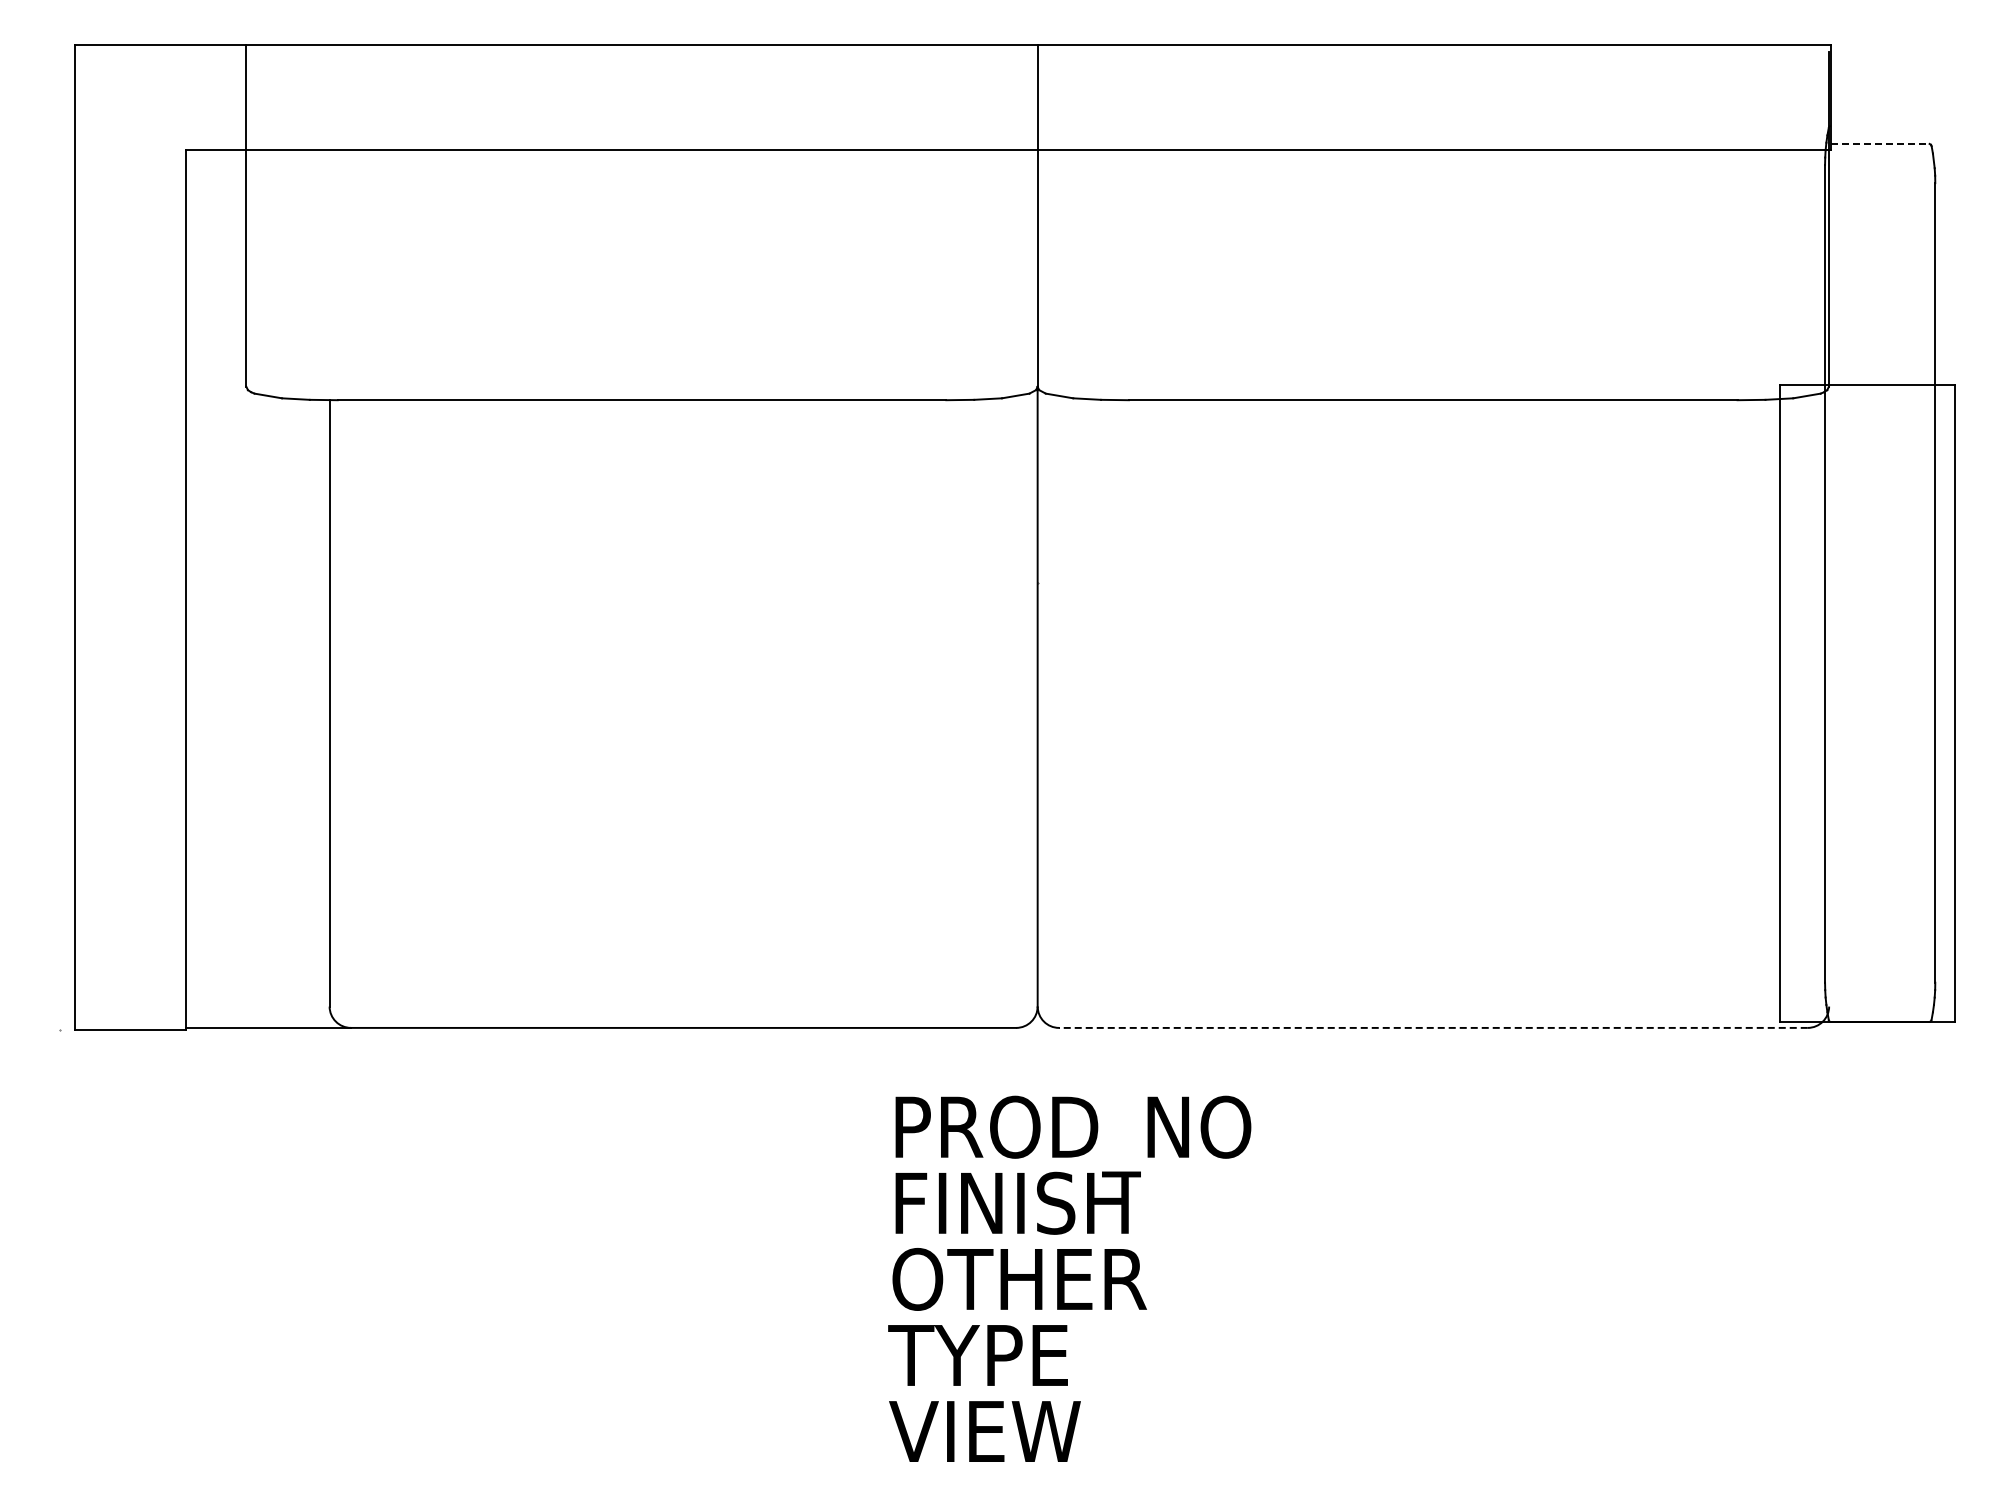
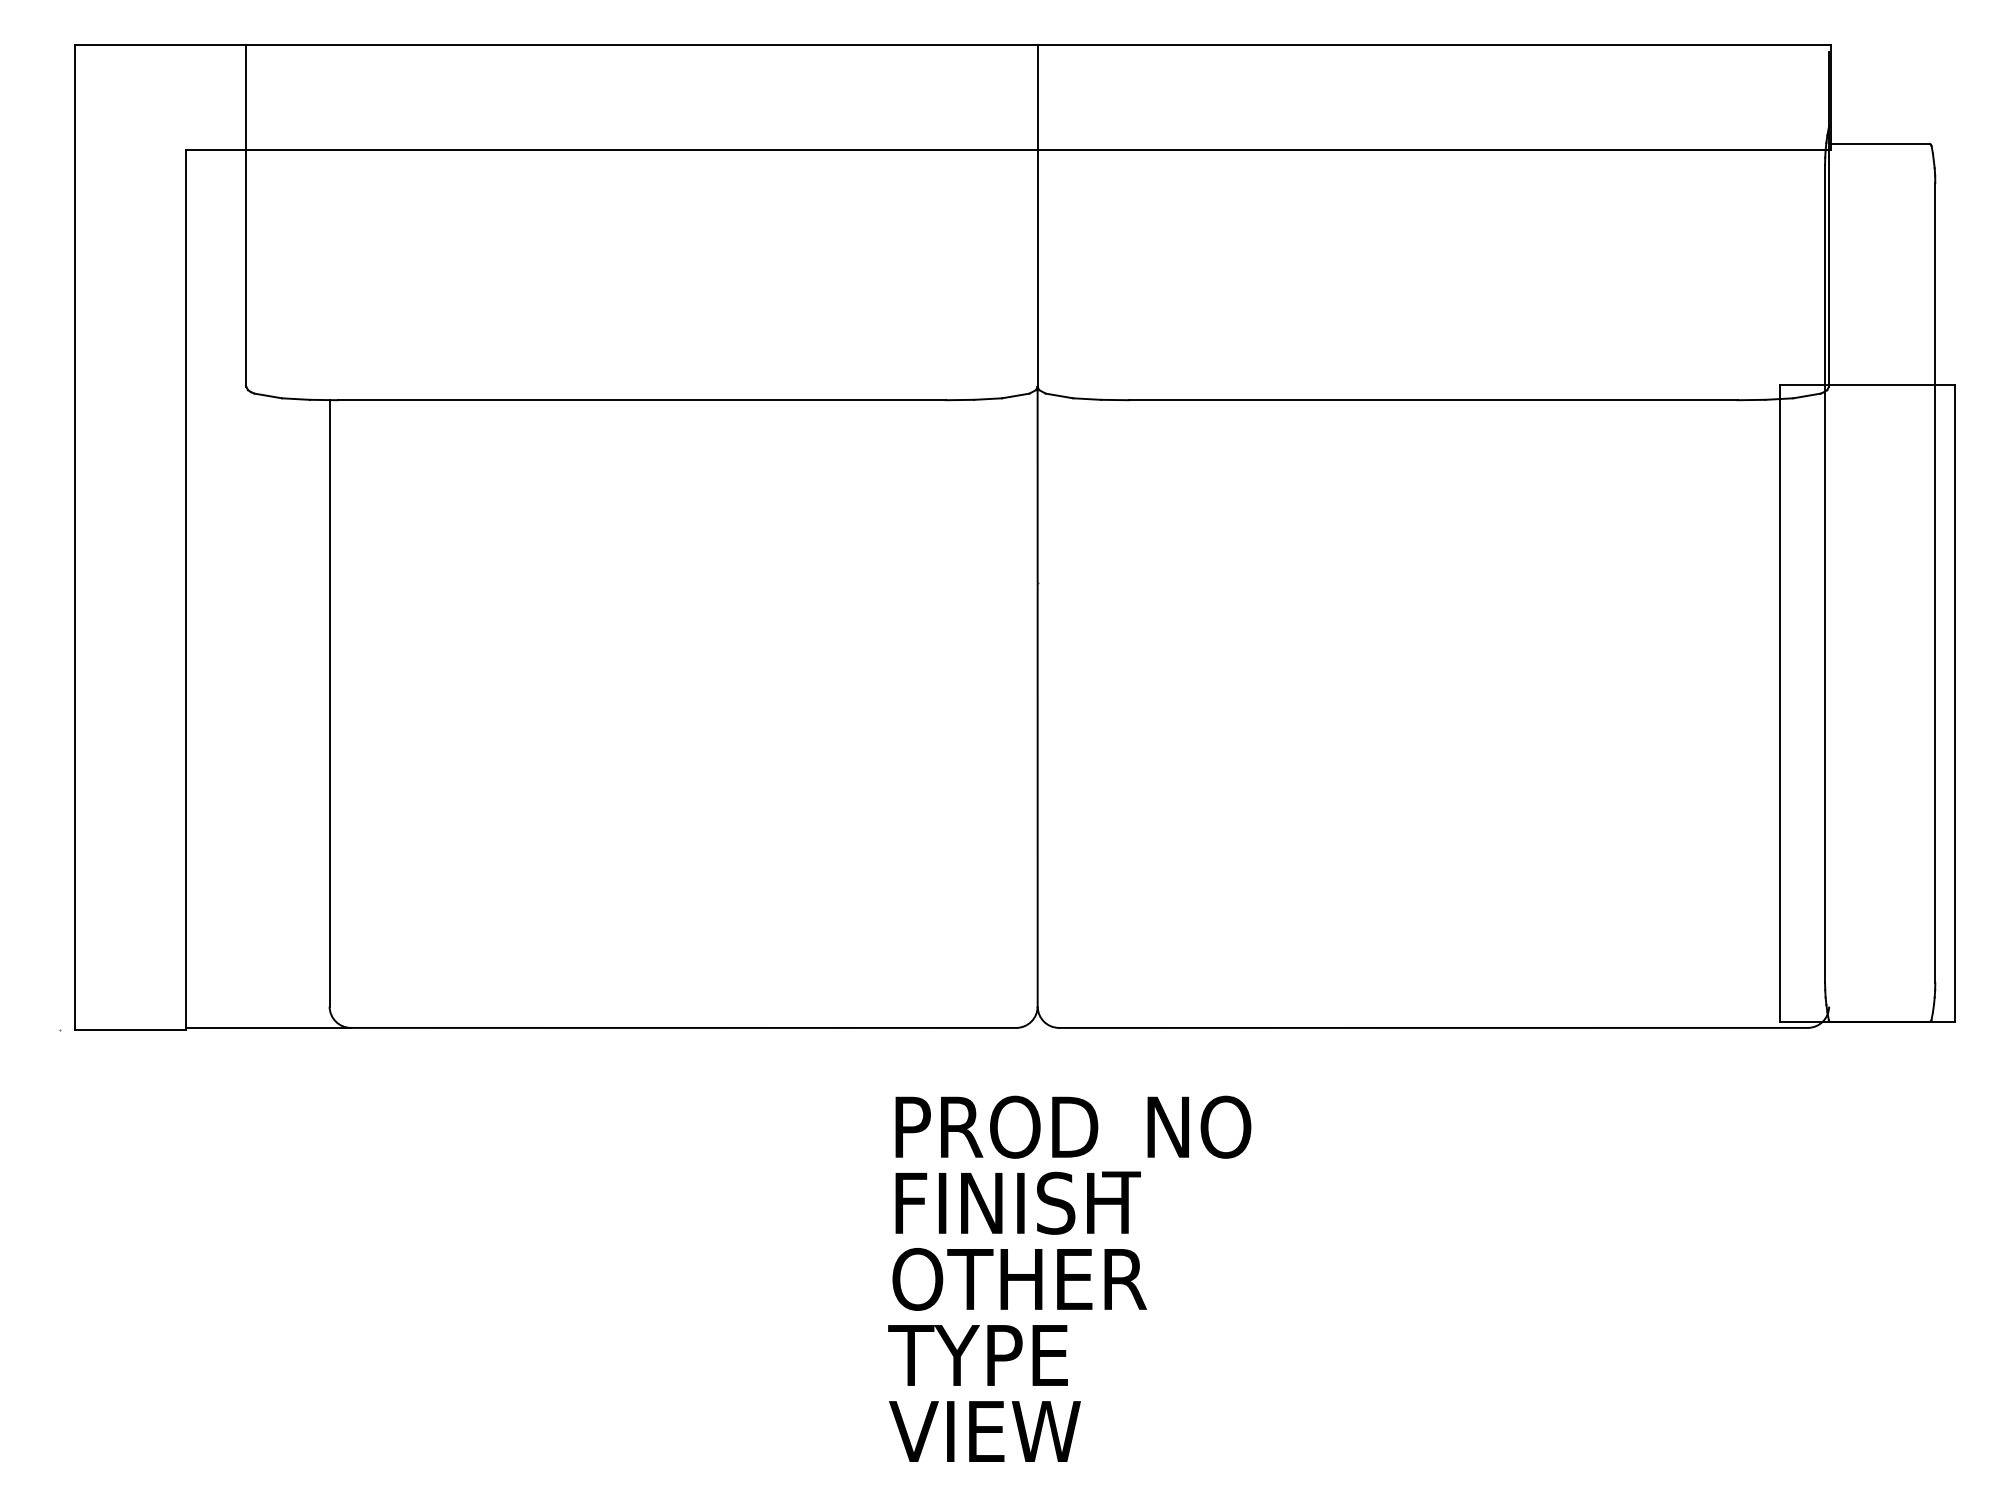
line at (1880, 143): dashed -> solid
line at (1432, 1027): dashed -> solid
